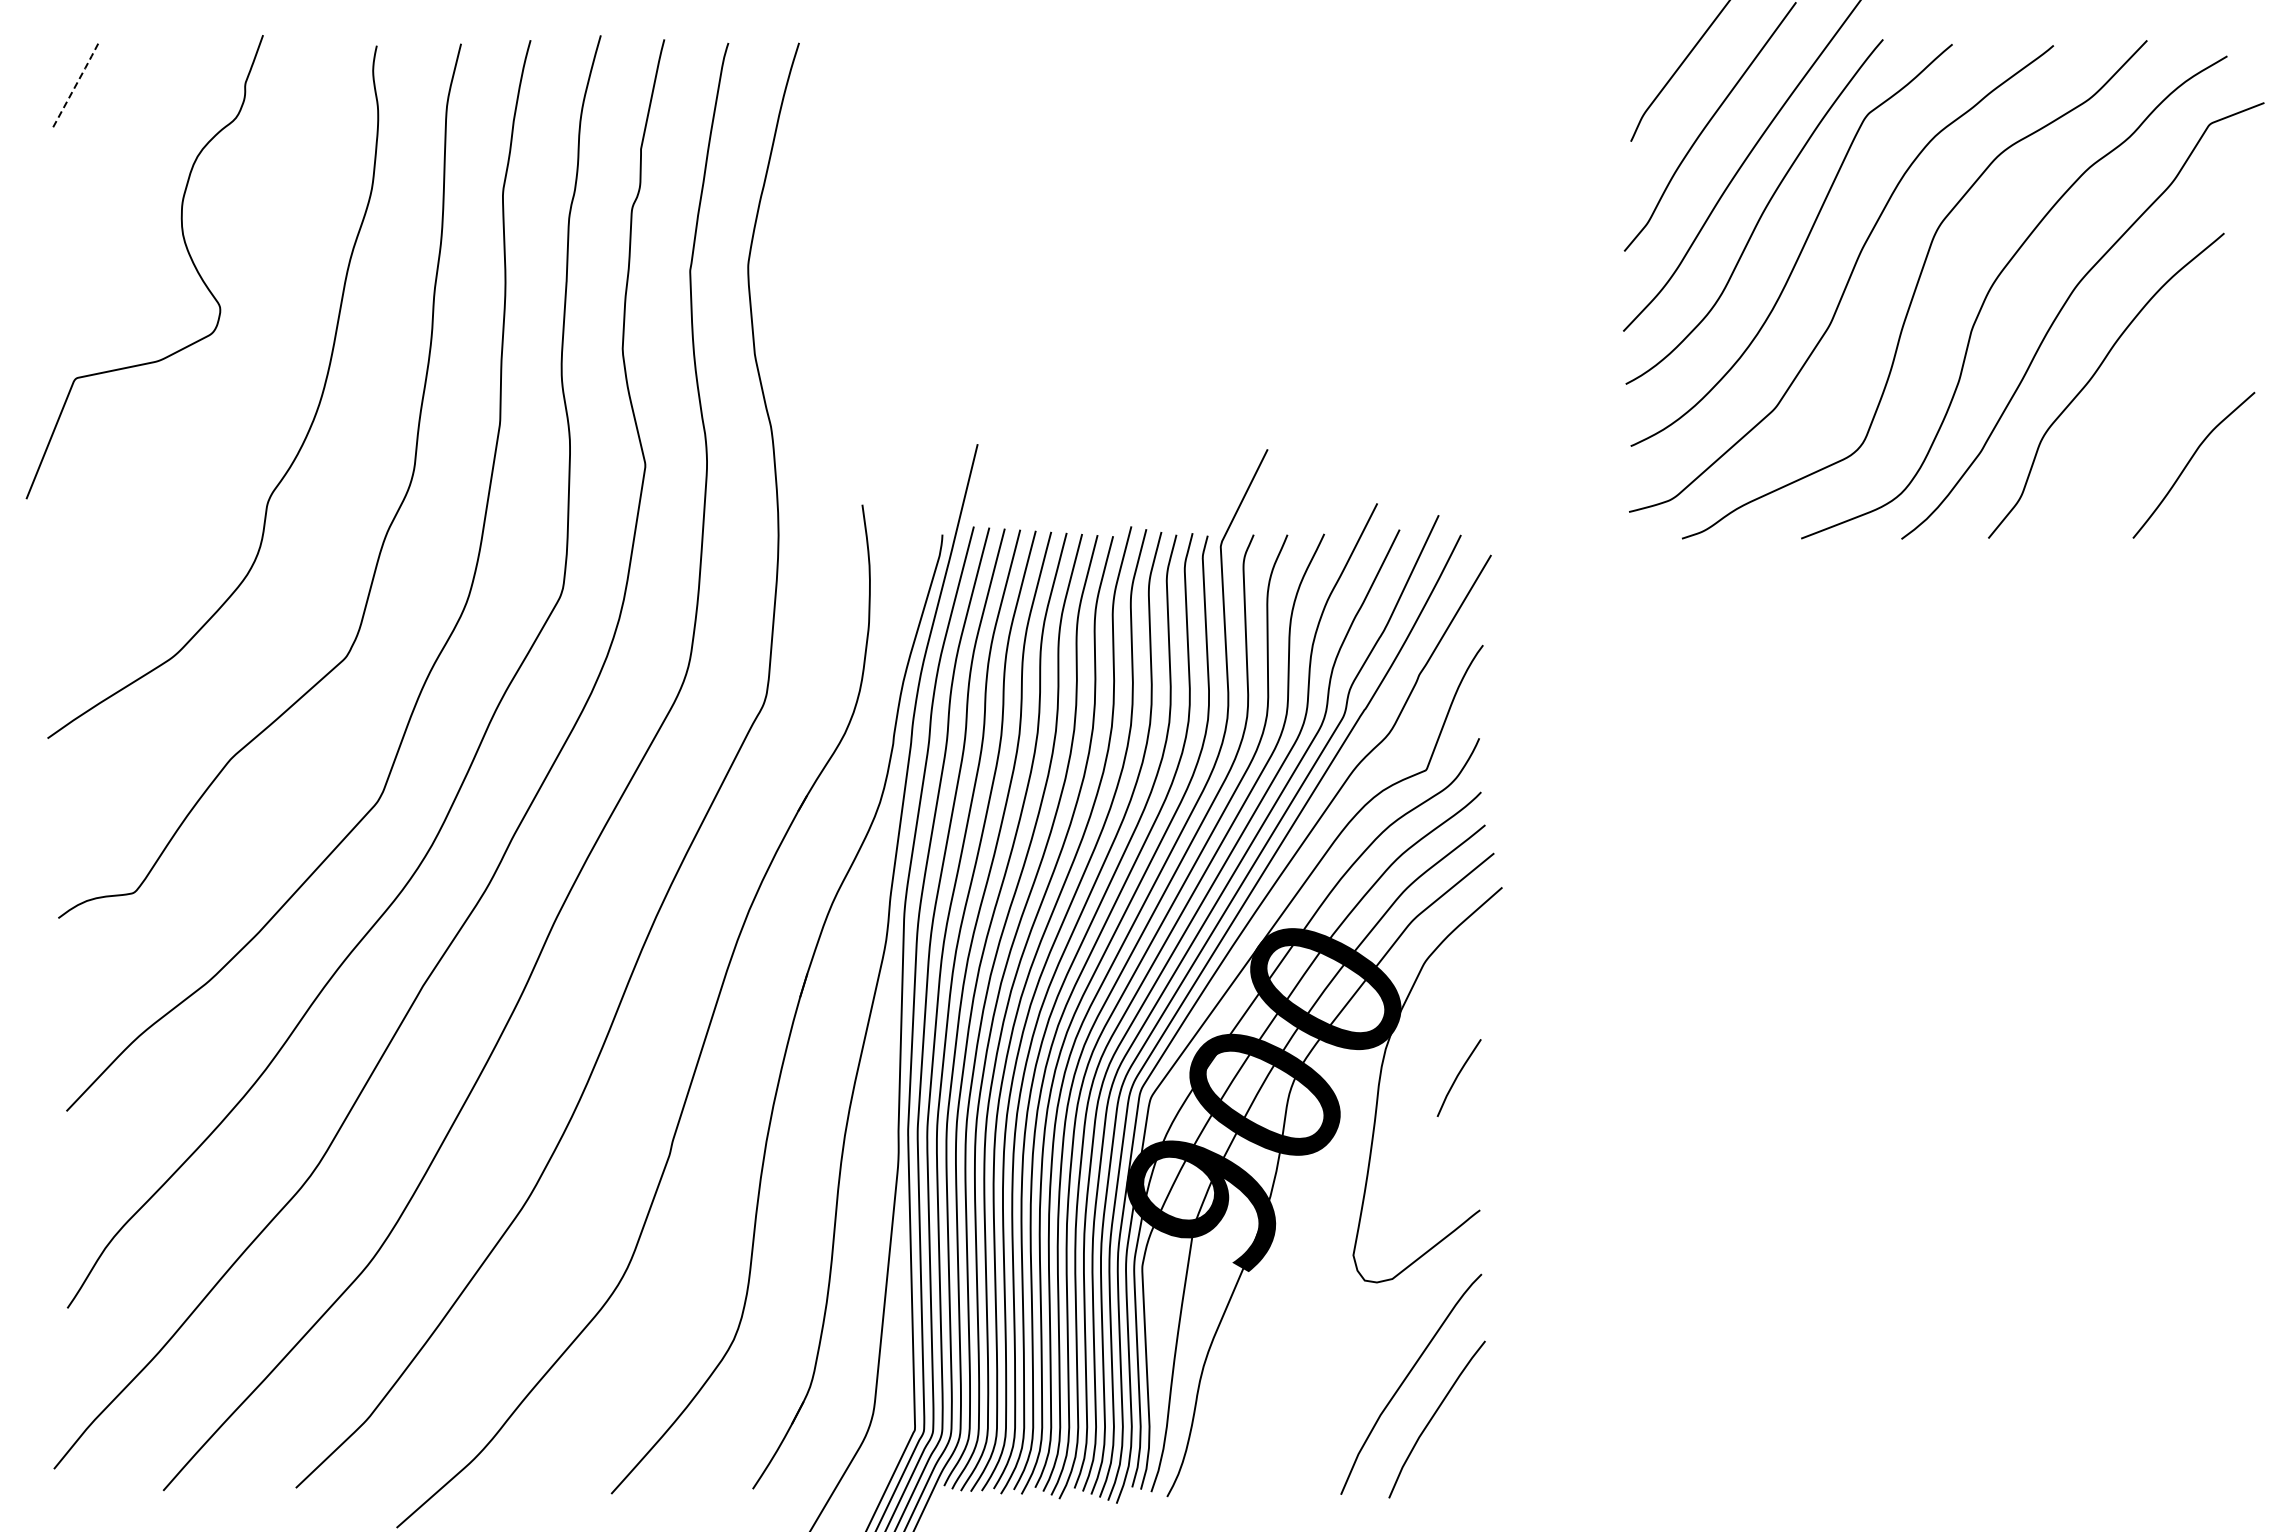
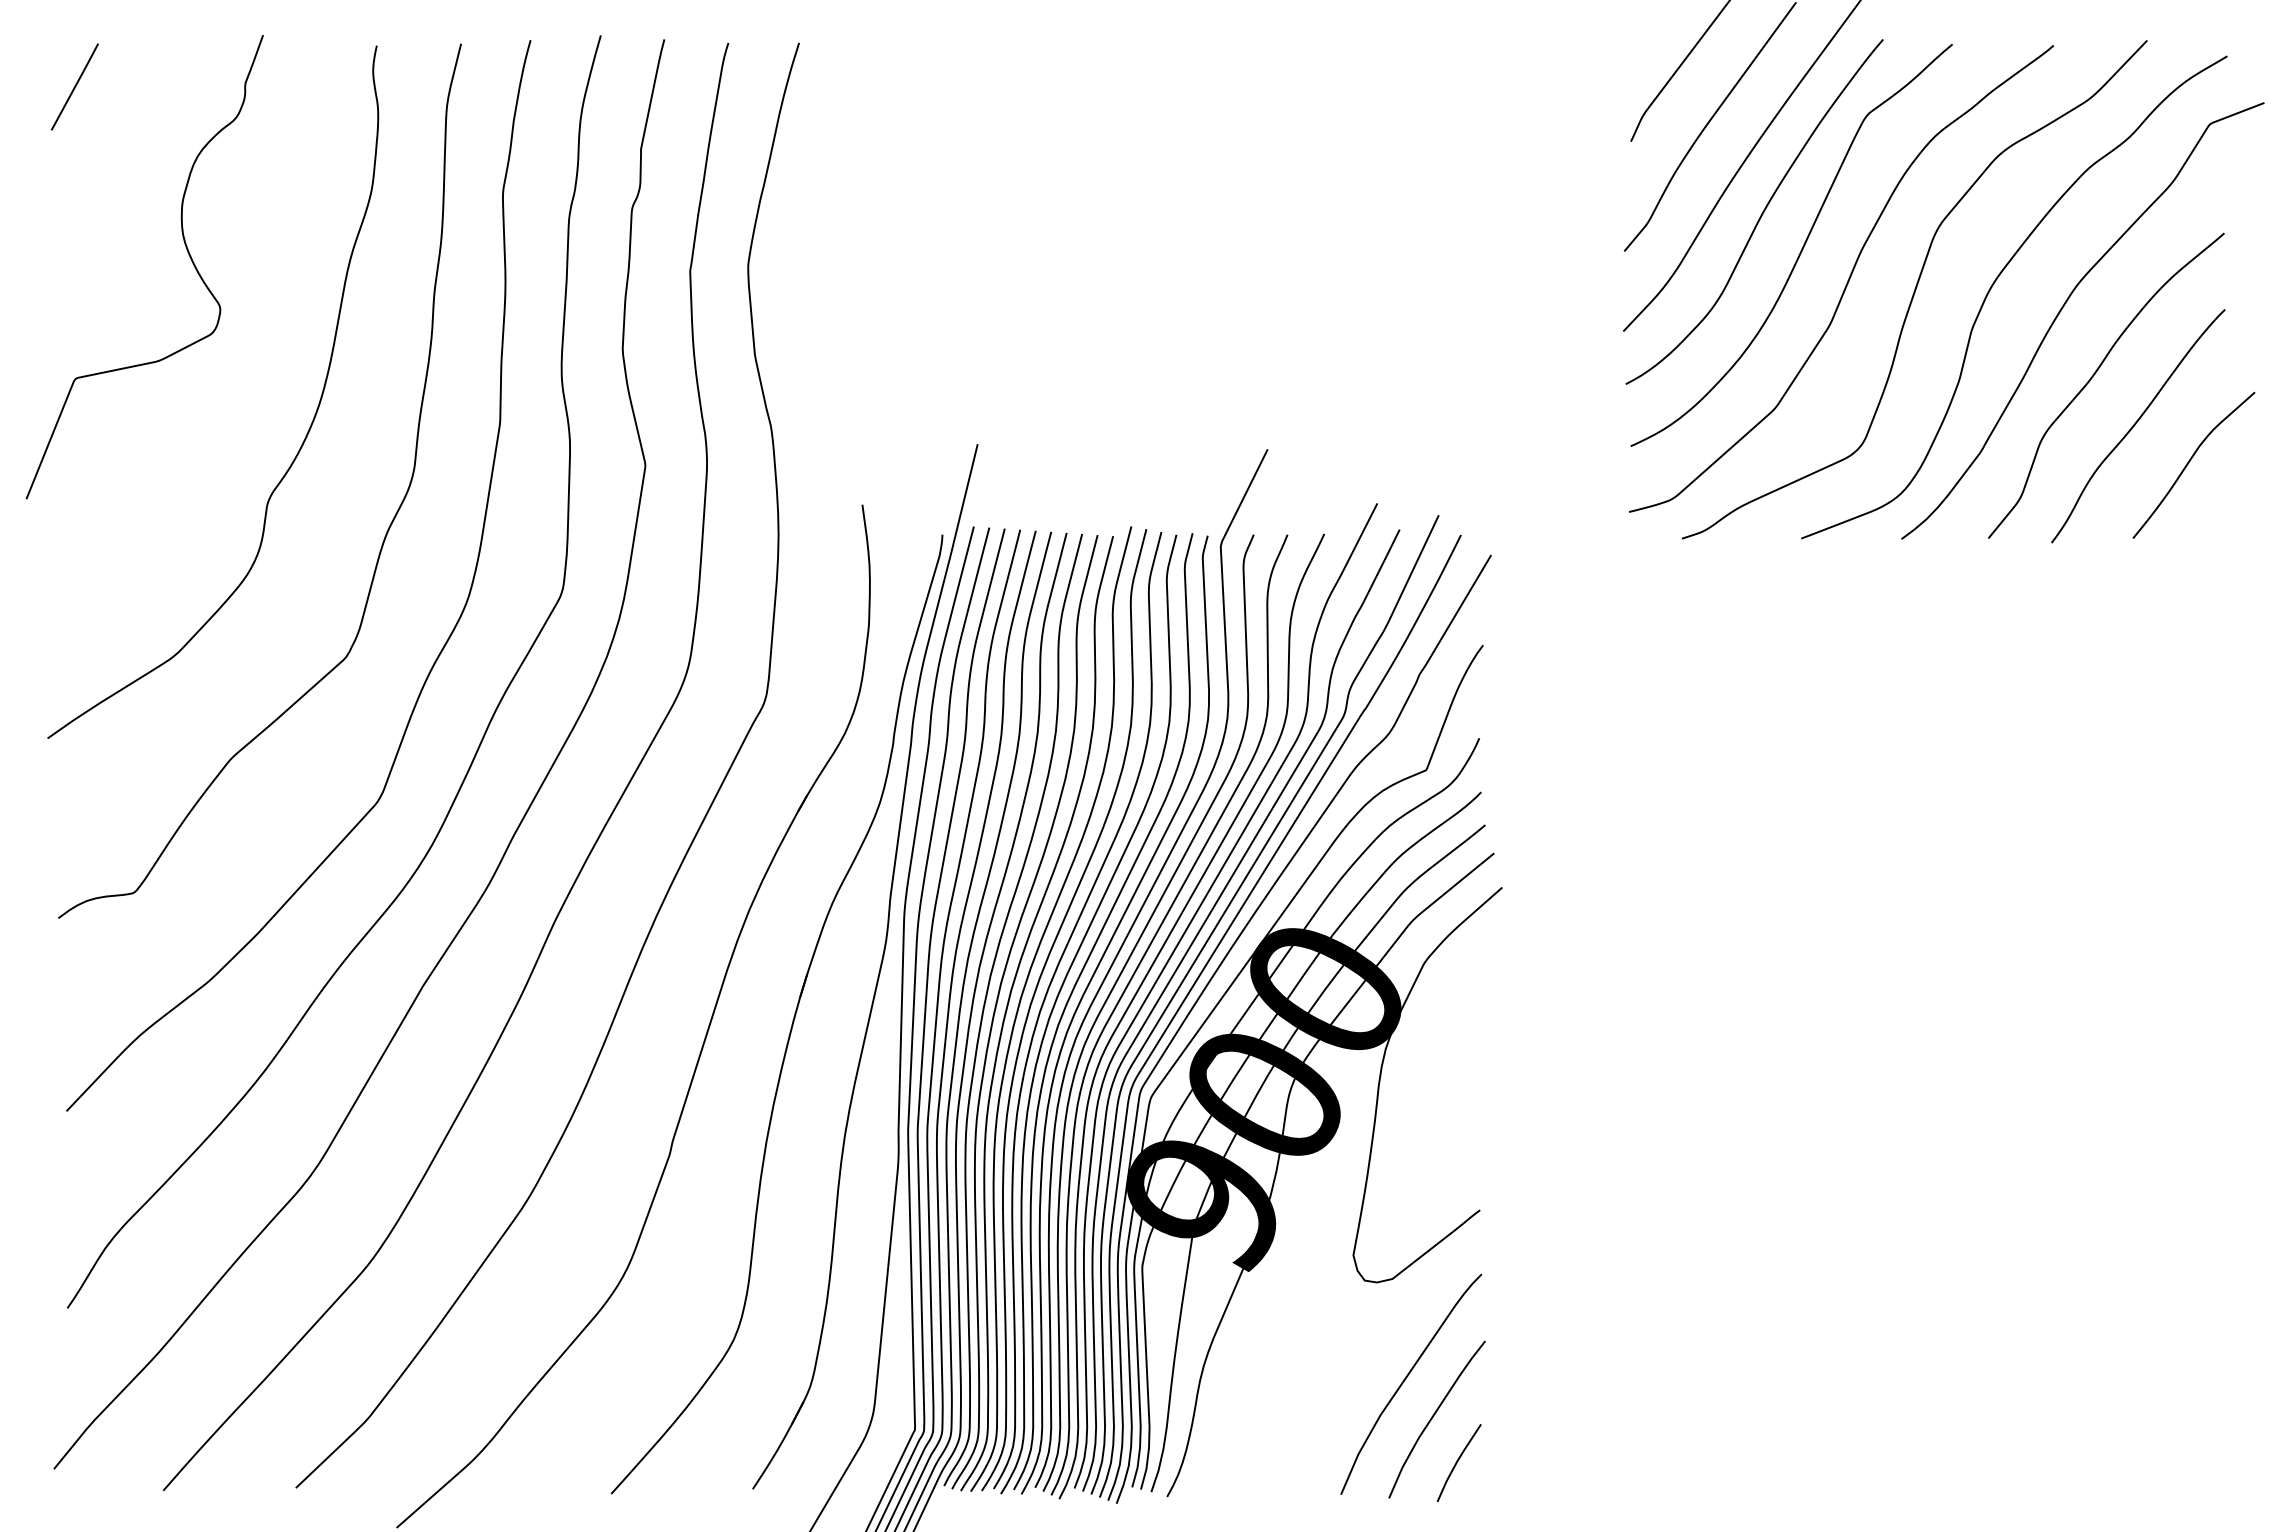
line at (75, 85): dashed -> solid
curve at (2135, 425): none -> present
line at (1458, 1076) position: (1458, 1076) -> (1458, 1461)
